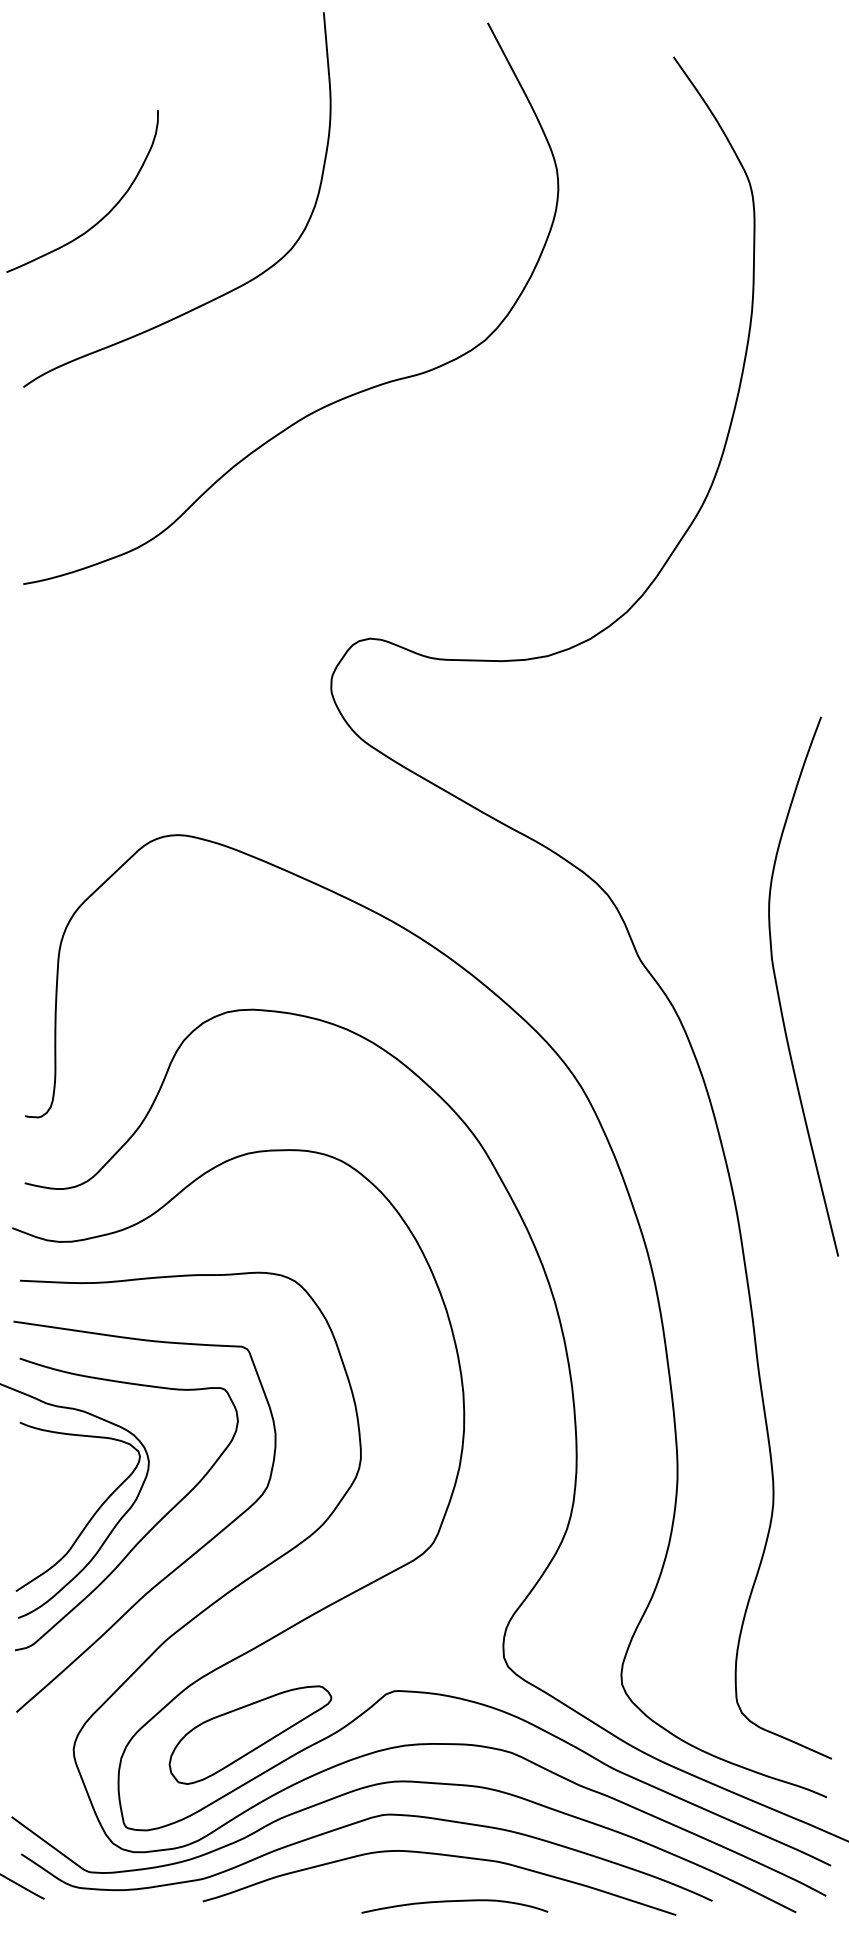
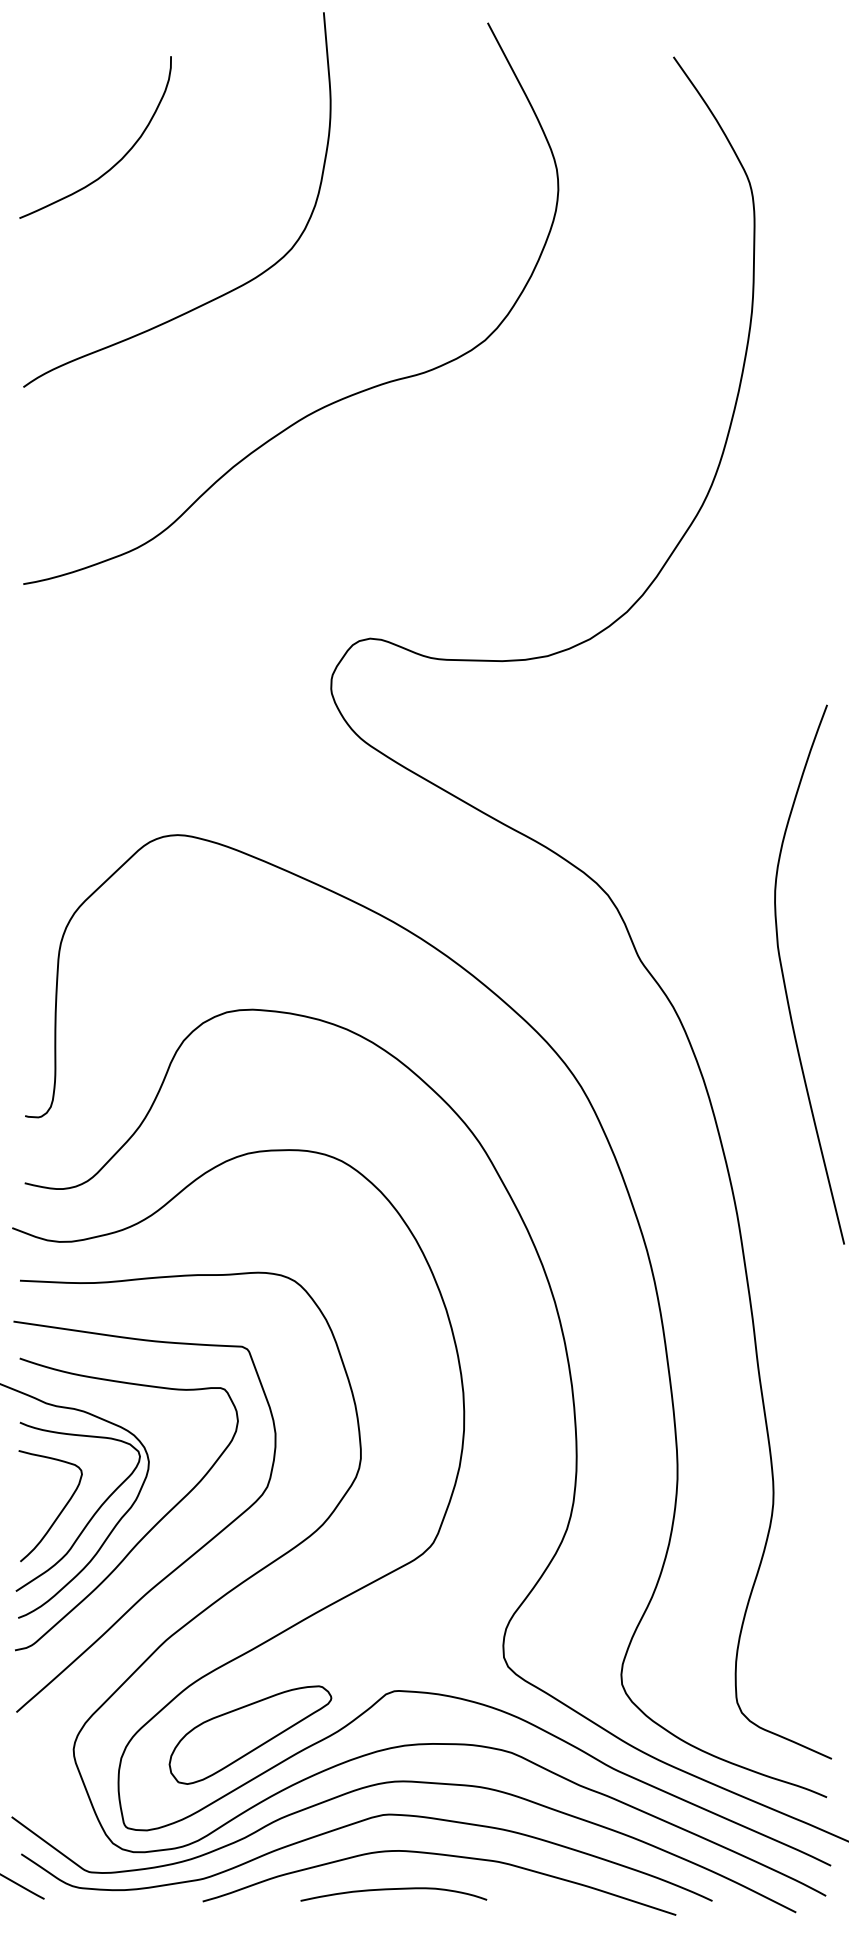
curve at (105, 214) position: (105, 214) -> (118, 160)
curve at (778, 989) position: (778, 989) -> (784, 977)
curve at (60, 1511): none -> present
curve at (454, 1901) position: (454, 1901) -> (393, 1889)
